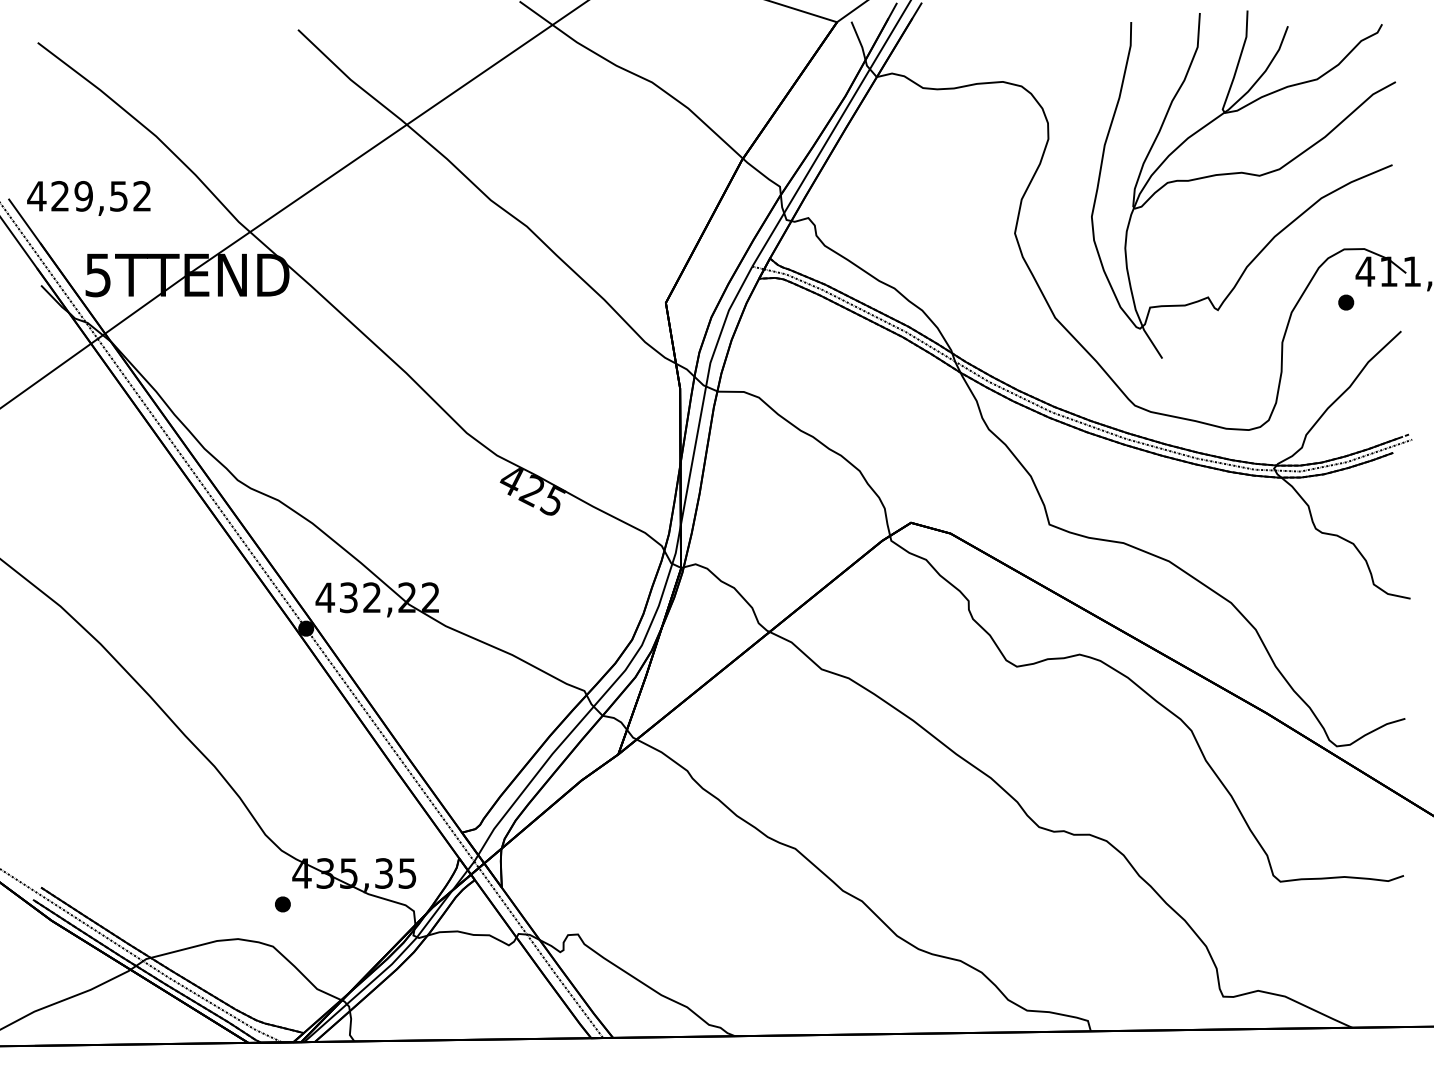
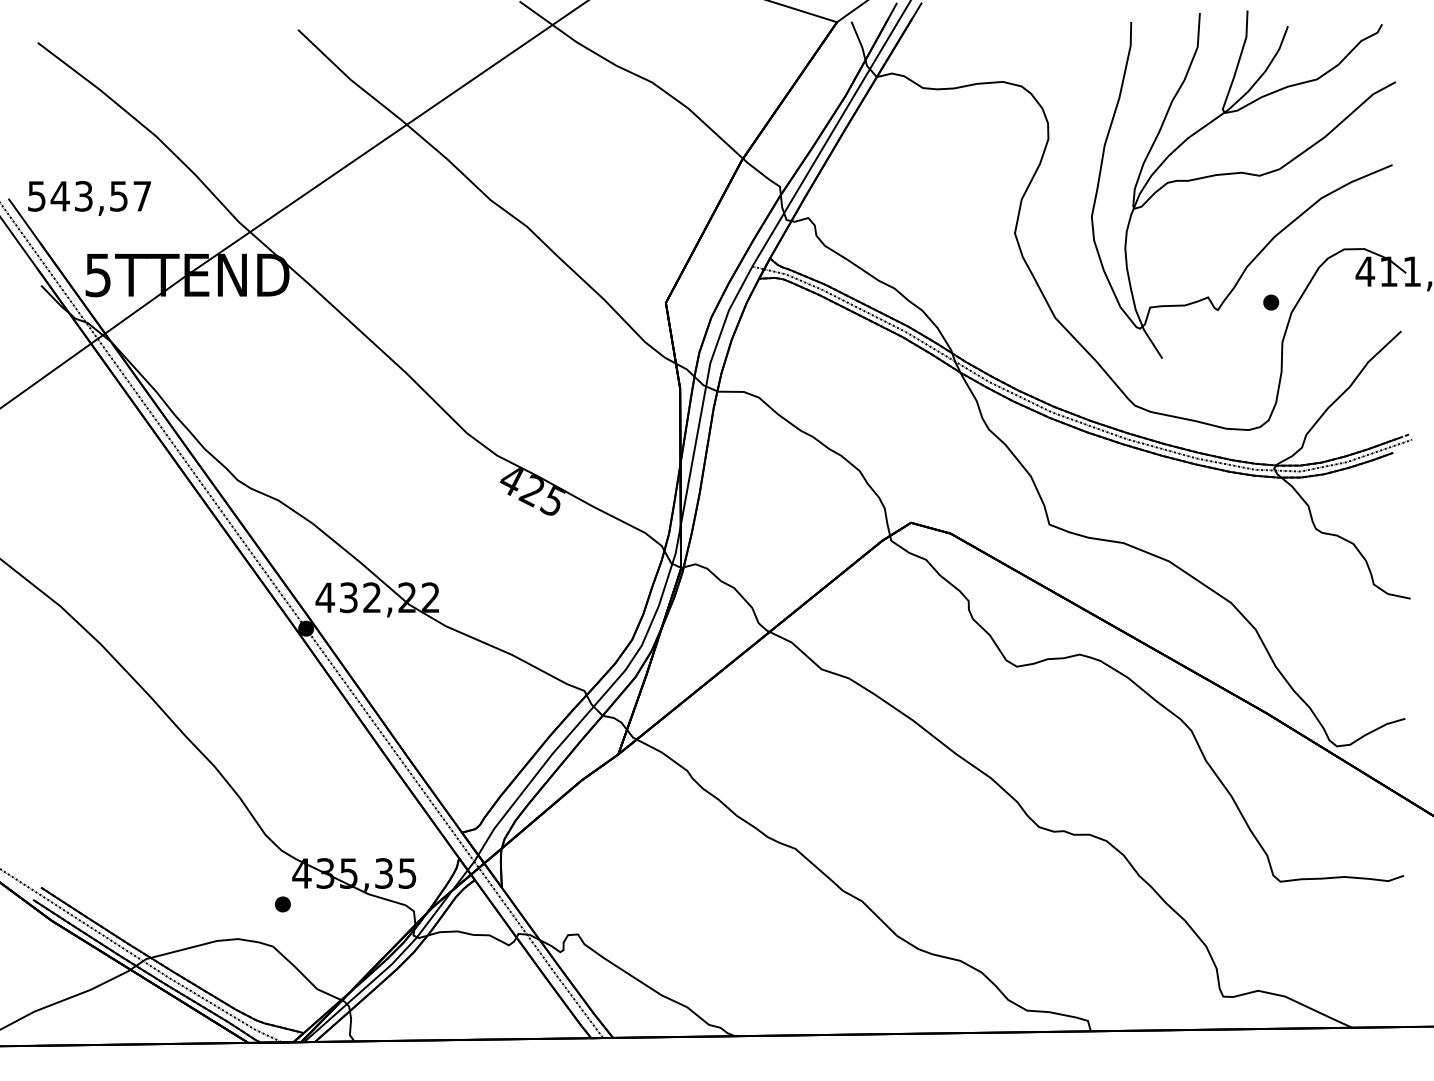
text at (88, 196): 429,52 -> 543,57
part at (1346, 302) position: (1346, 302) -> (1271, 302)
